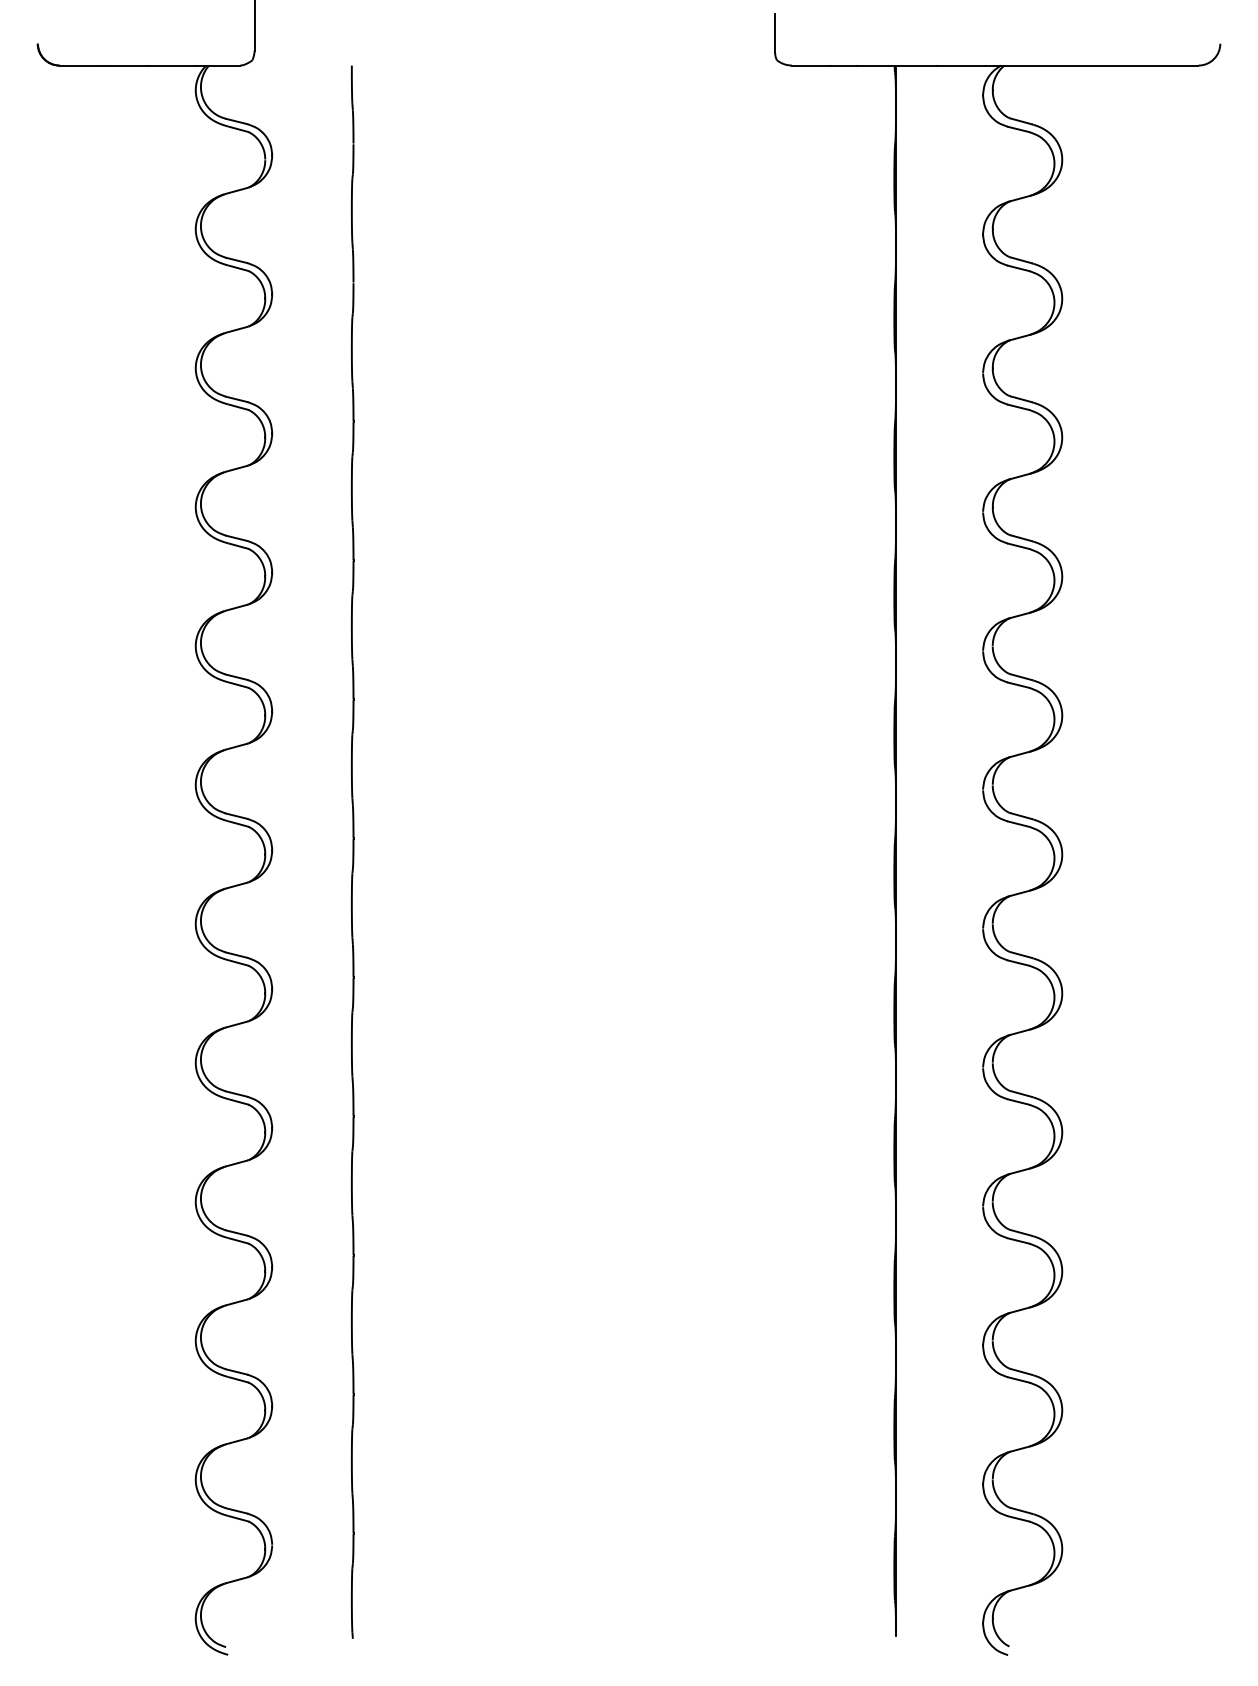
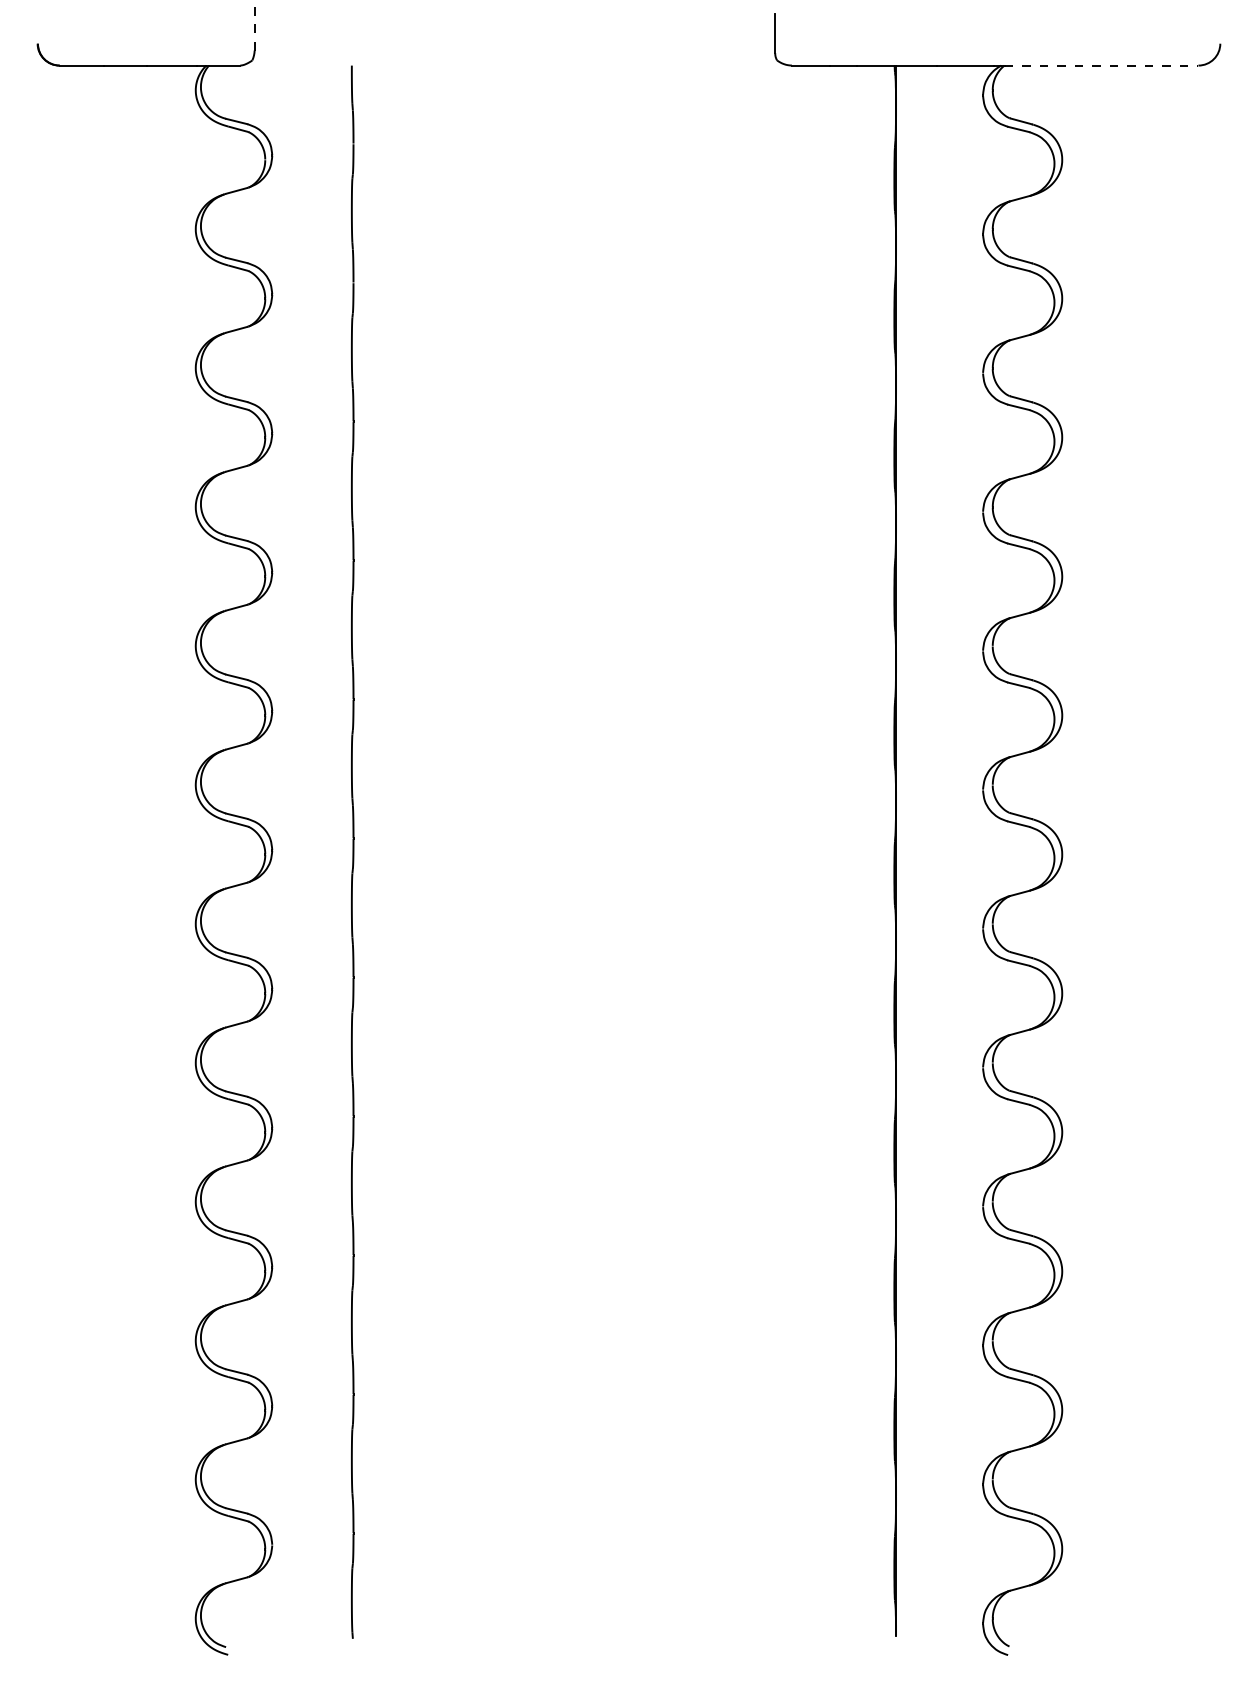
line at (254, 25): solid -> dashed
line at (1101, 65): solid -> dashed
